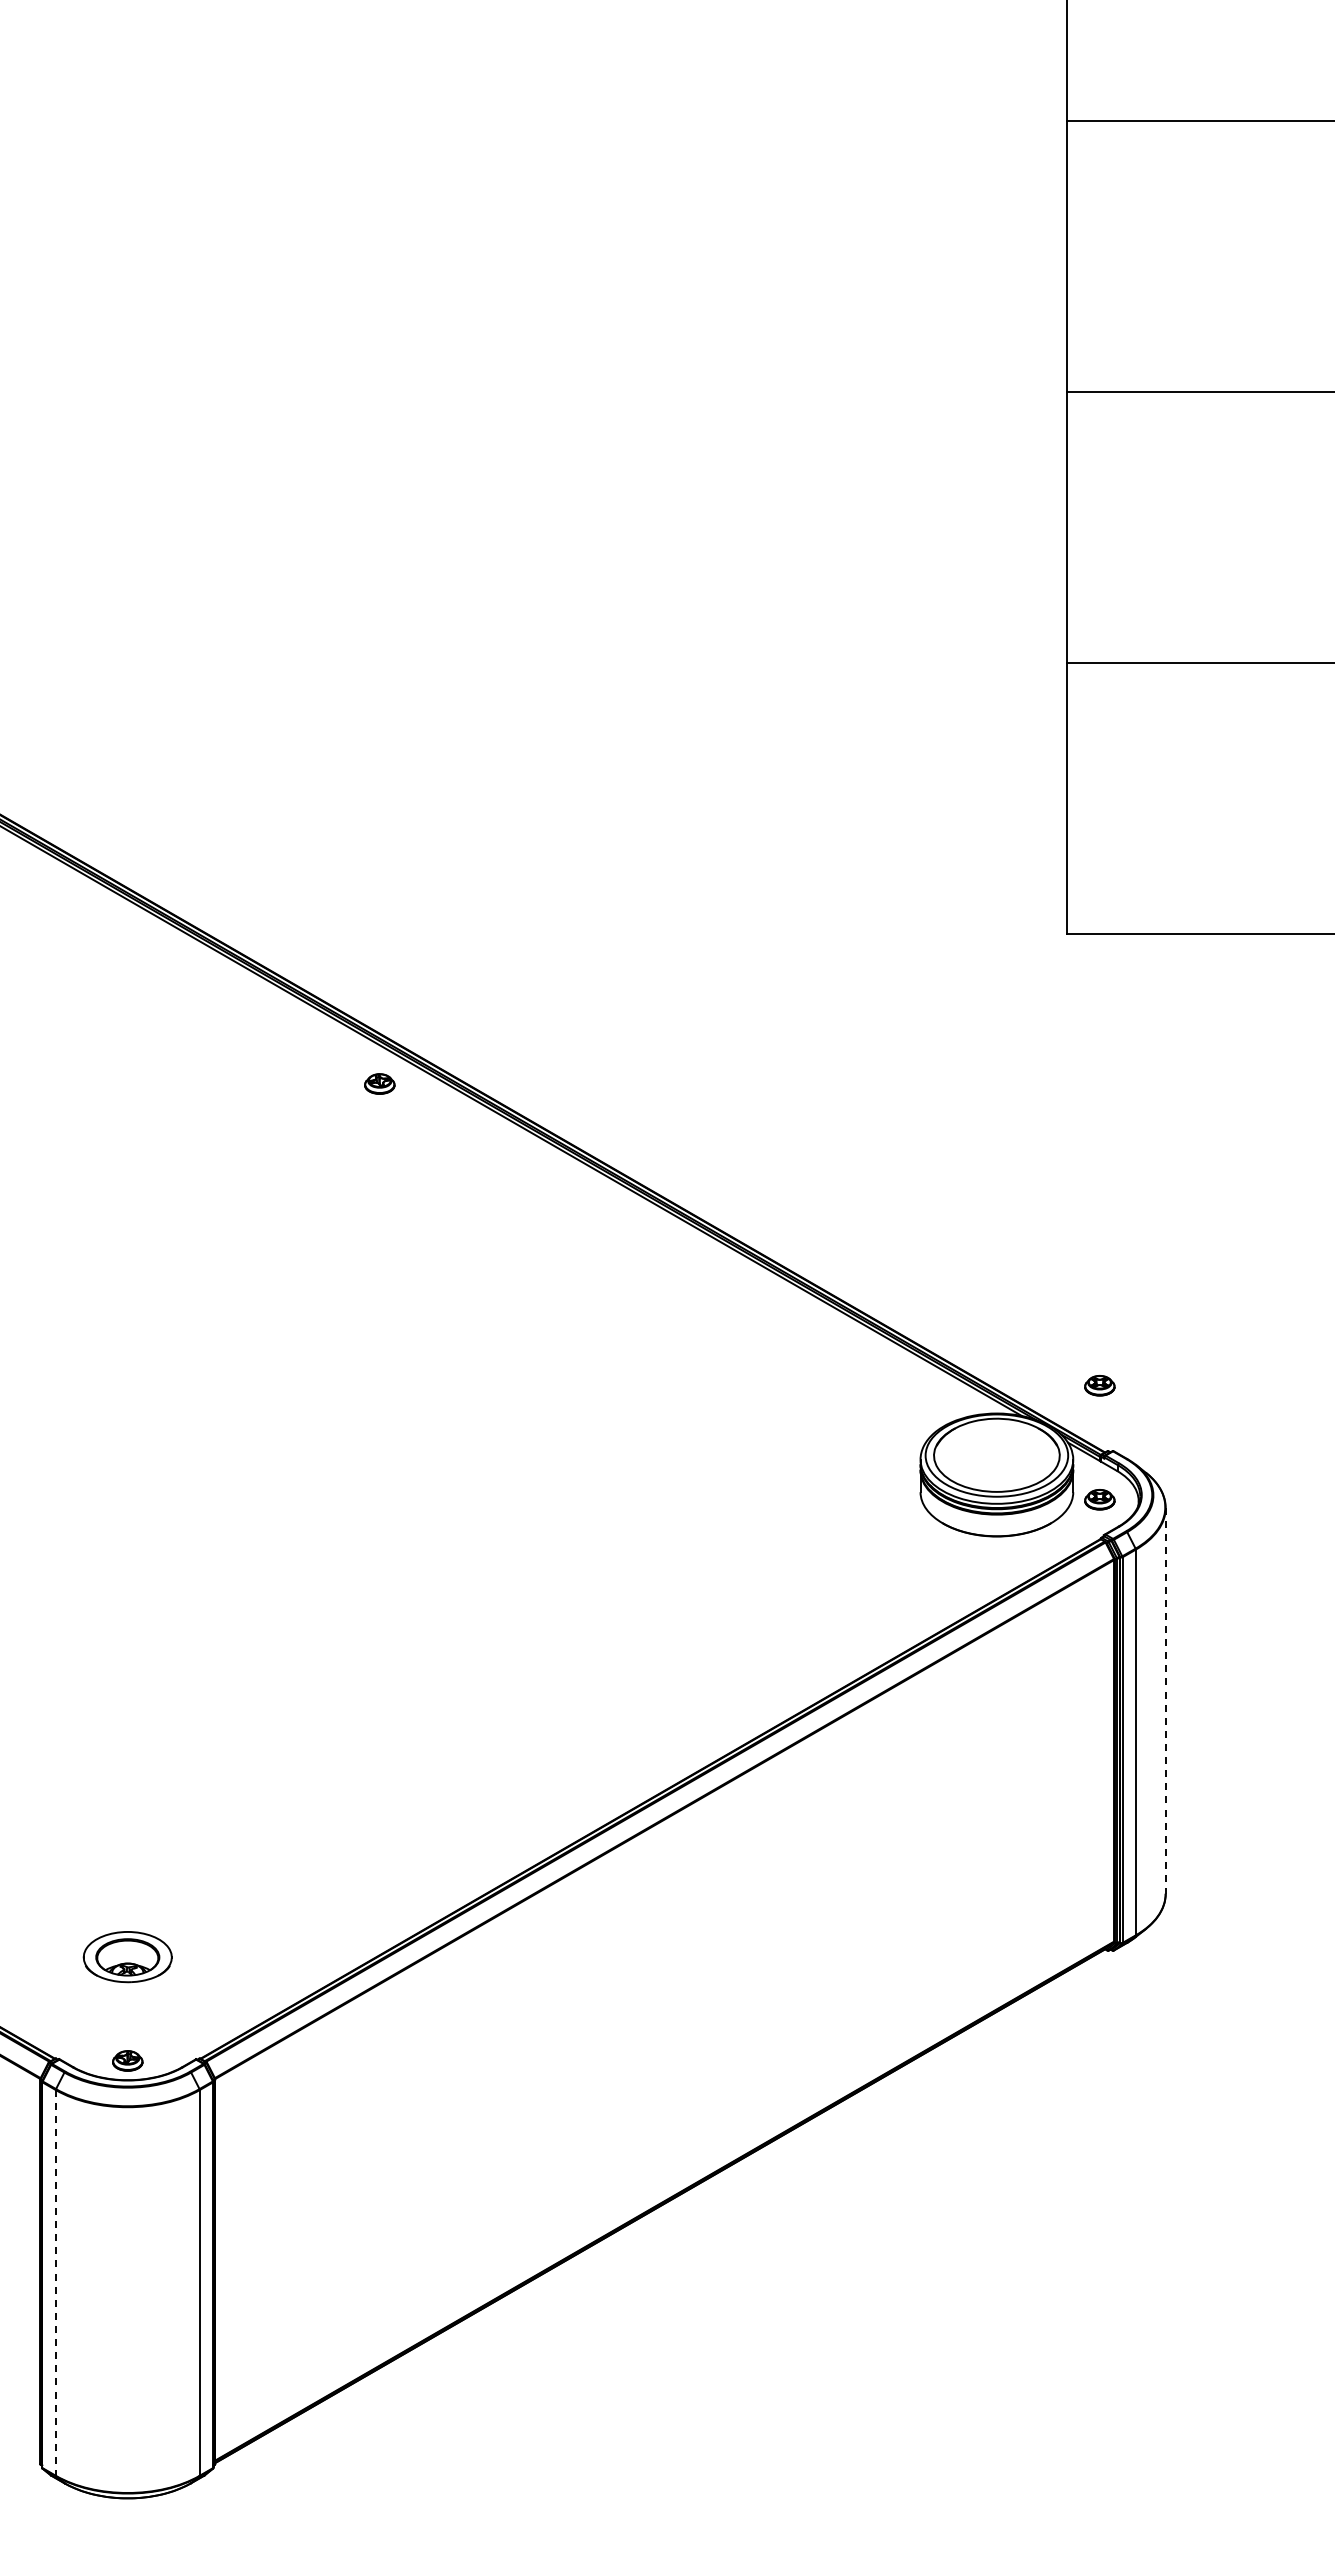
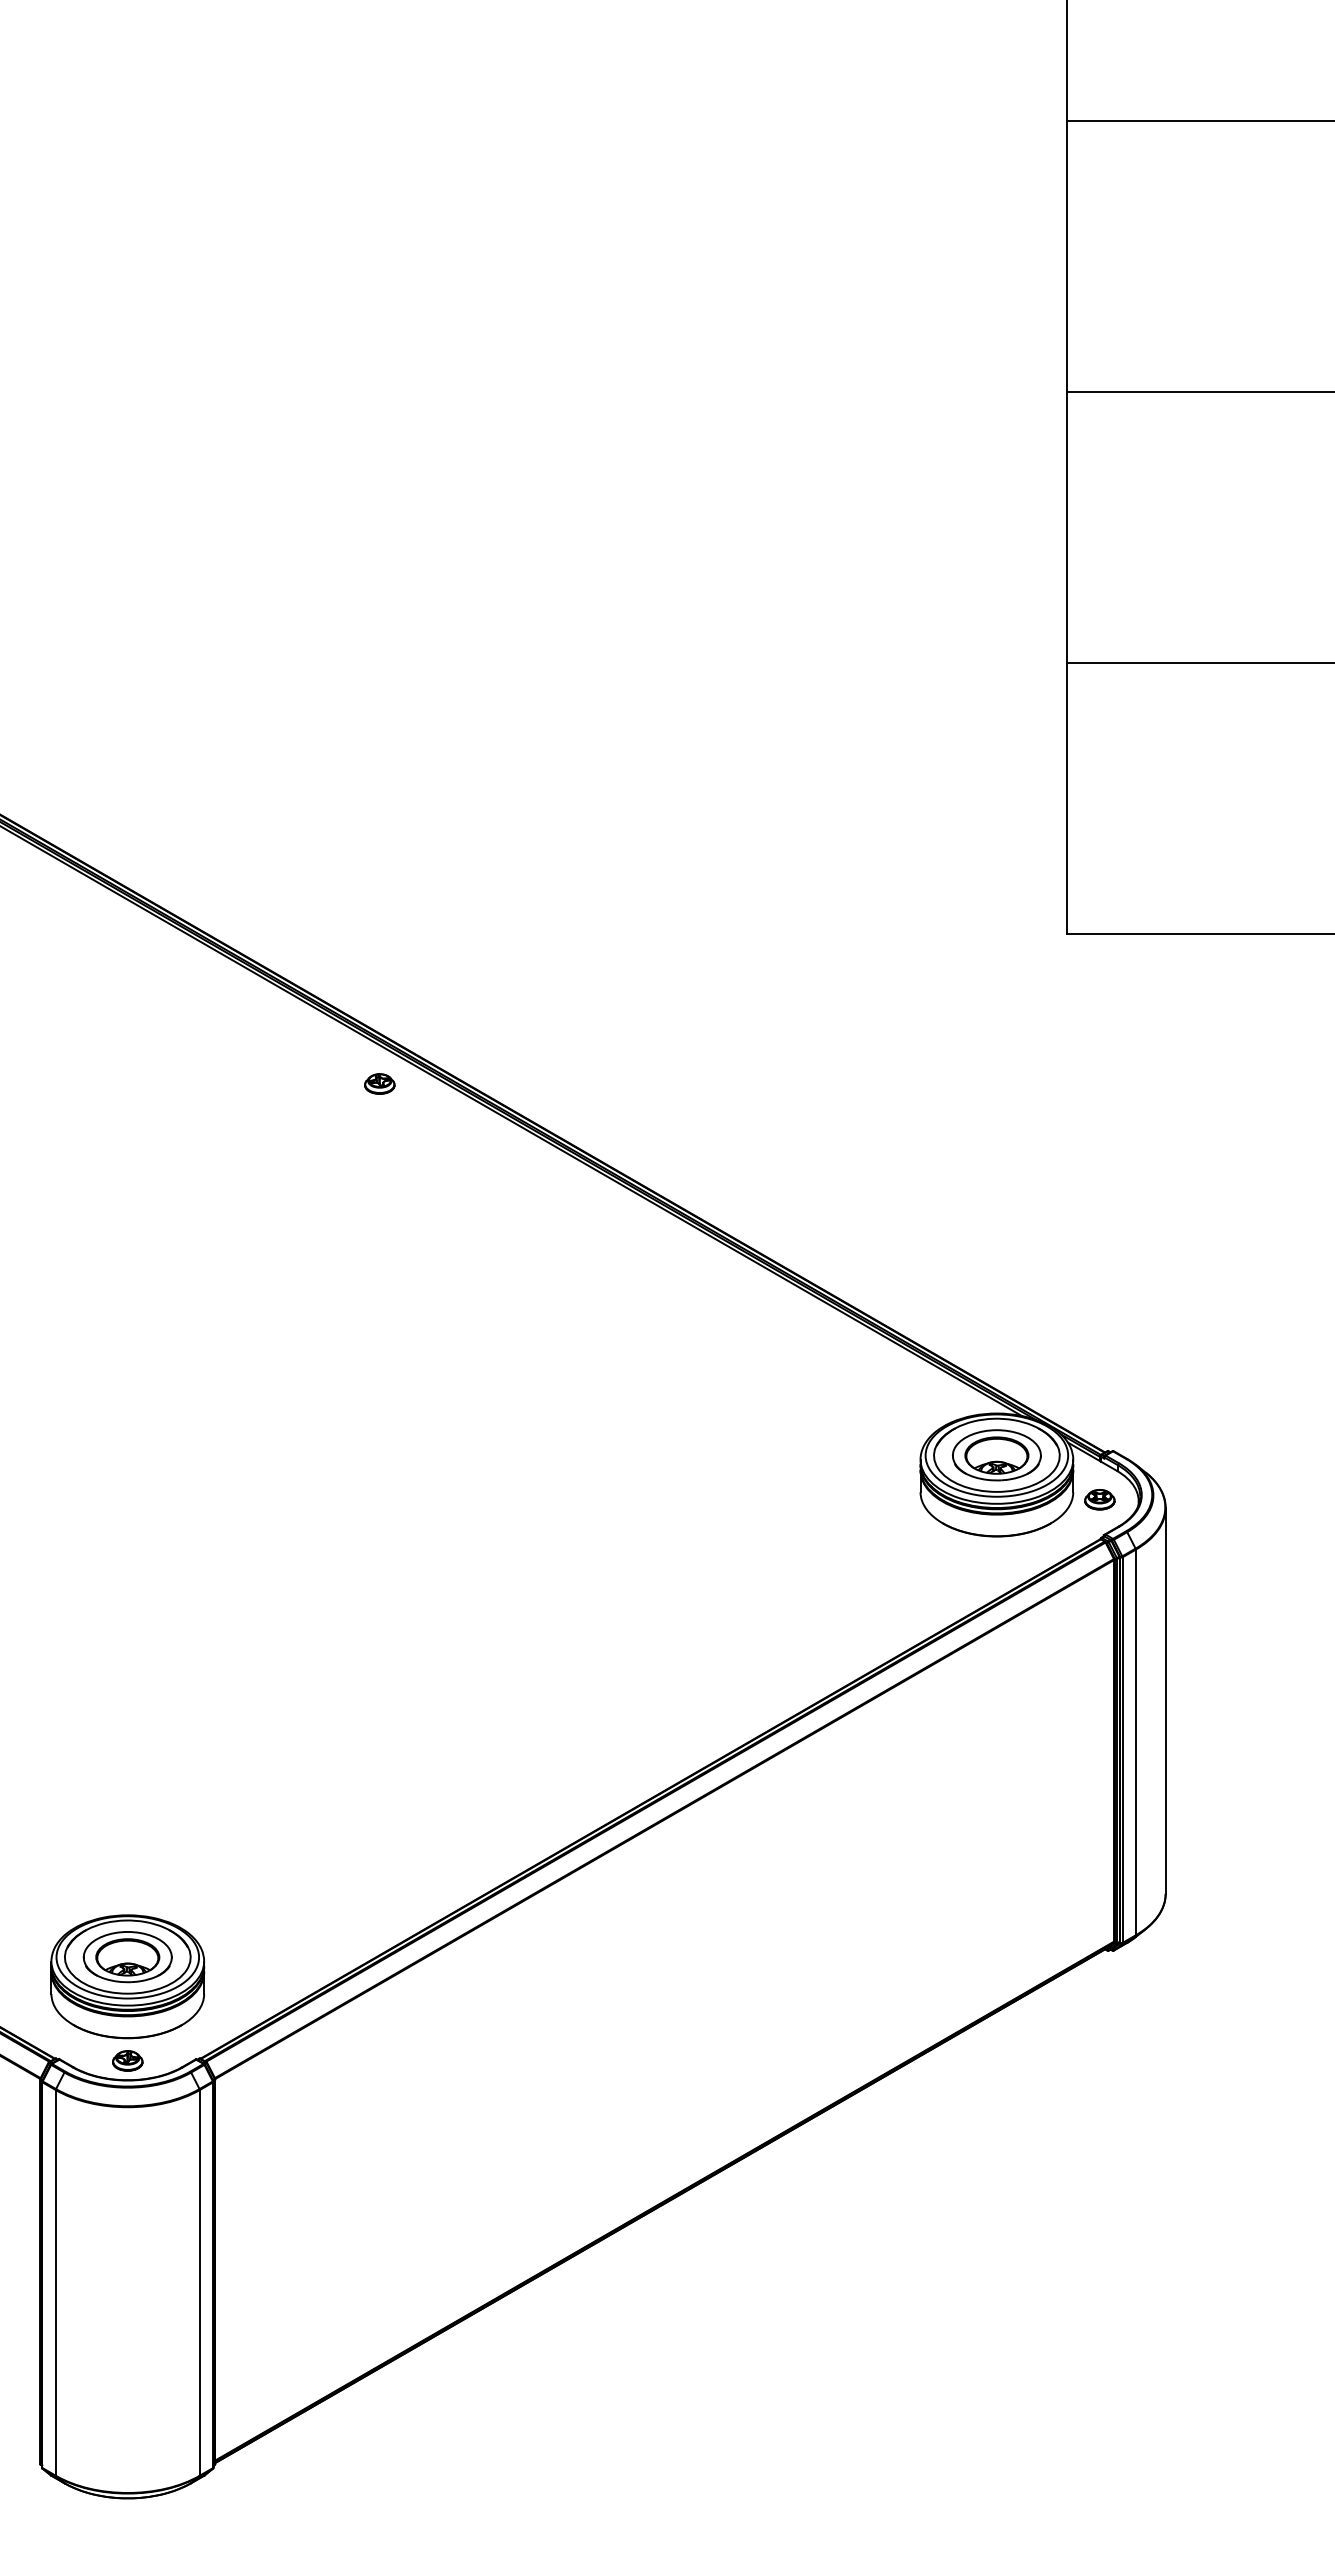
part at (1099, 1385): present -> none
part at (996, 1455): none -> present
line at (1165, 1700): dashed -> solid
part at (127, 1976): none -> present
line at (55, 2282): dashed -> solid
